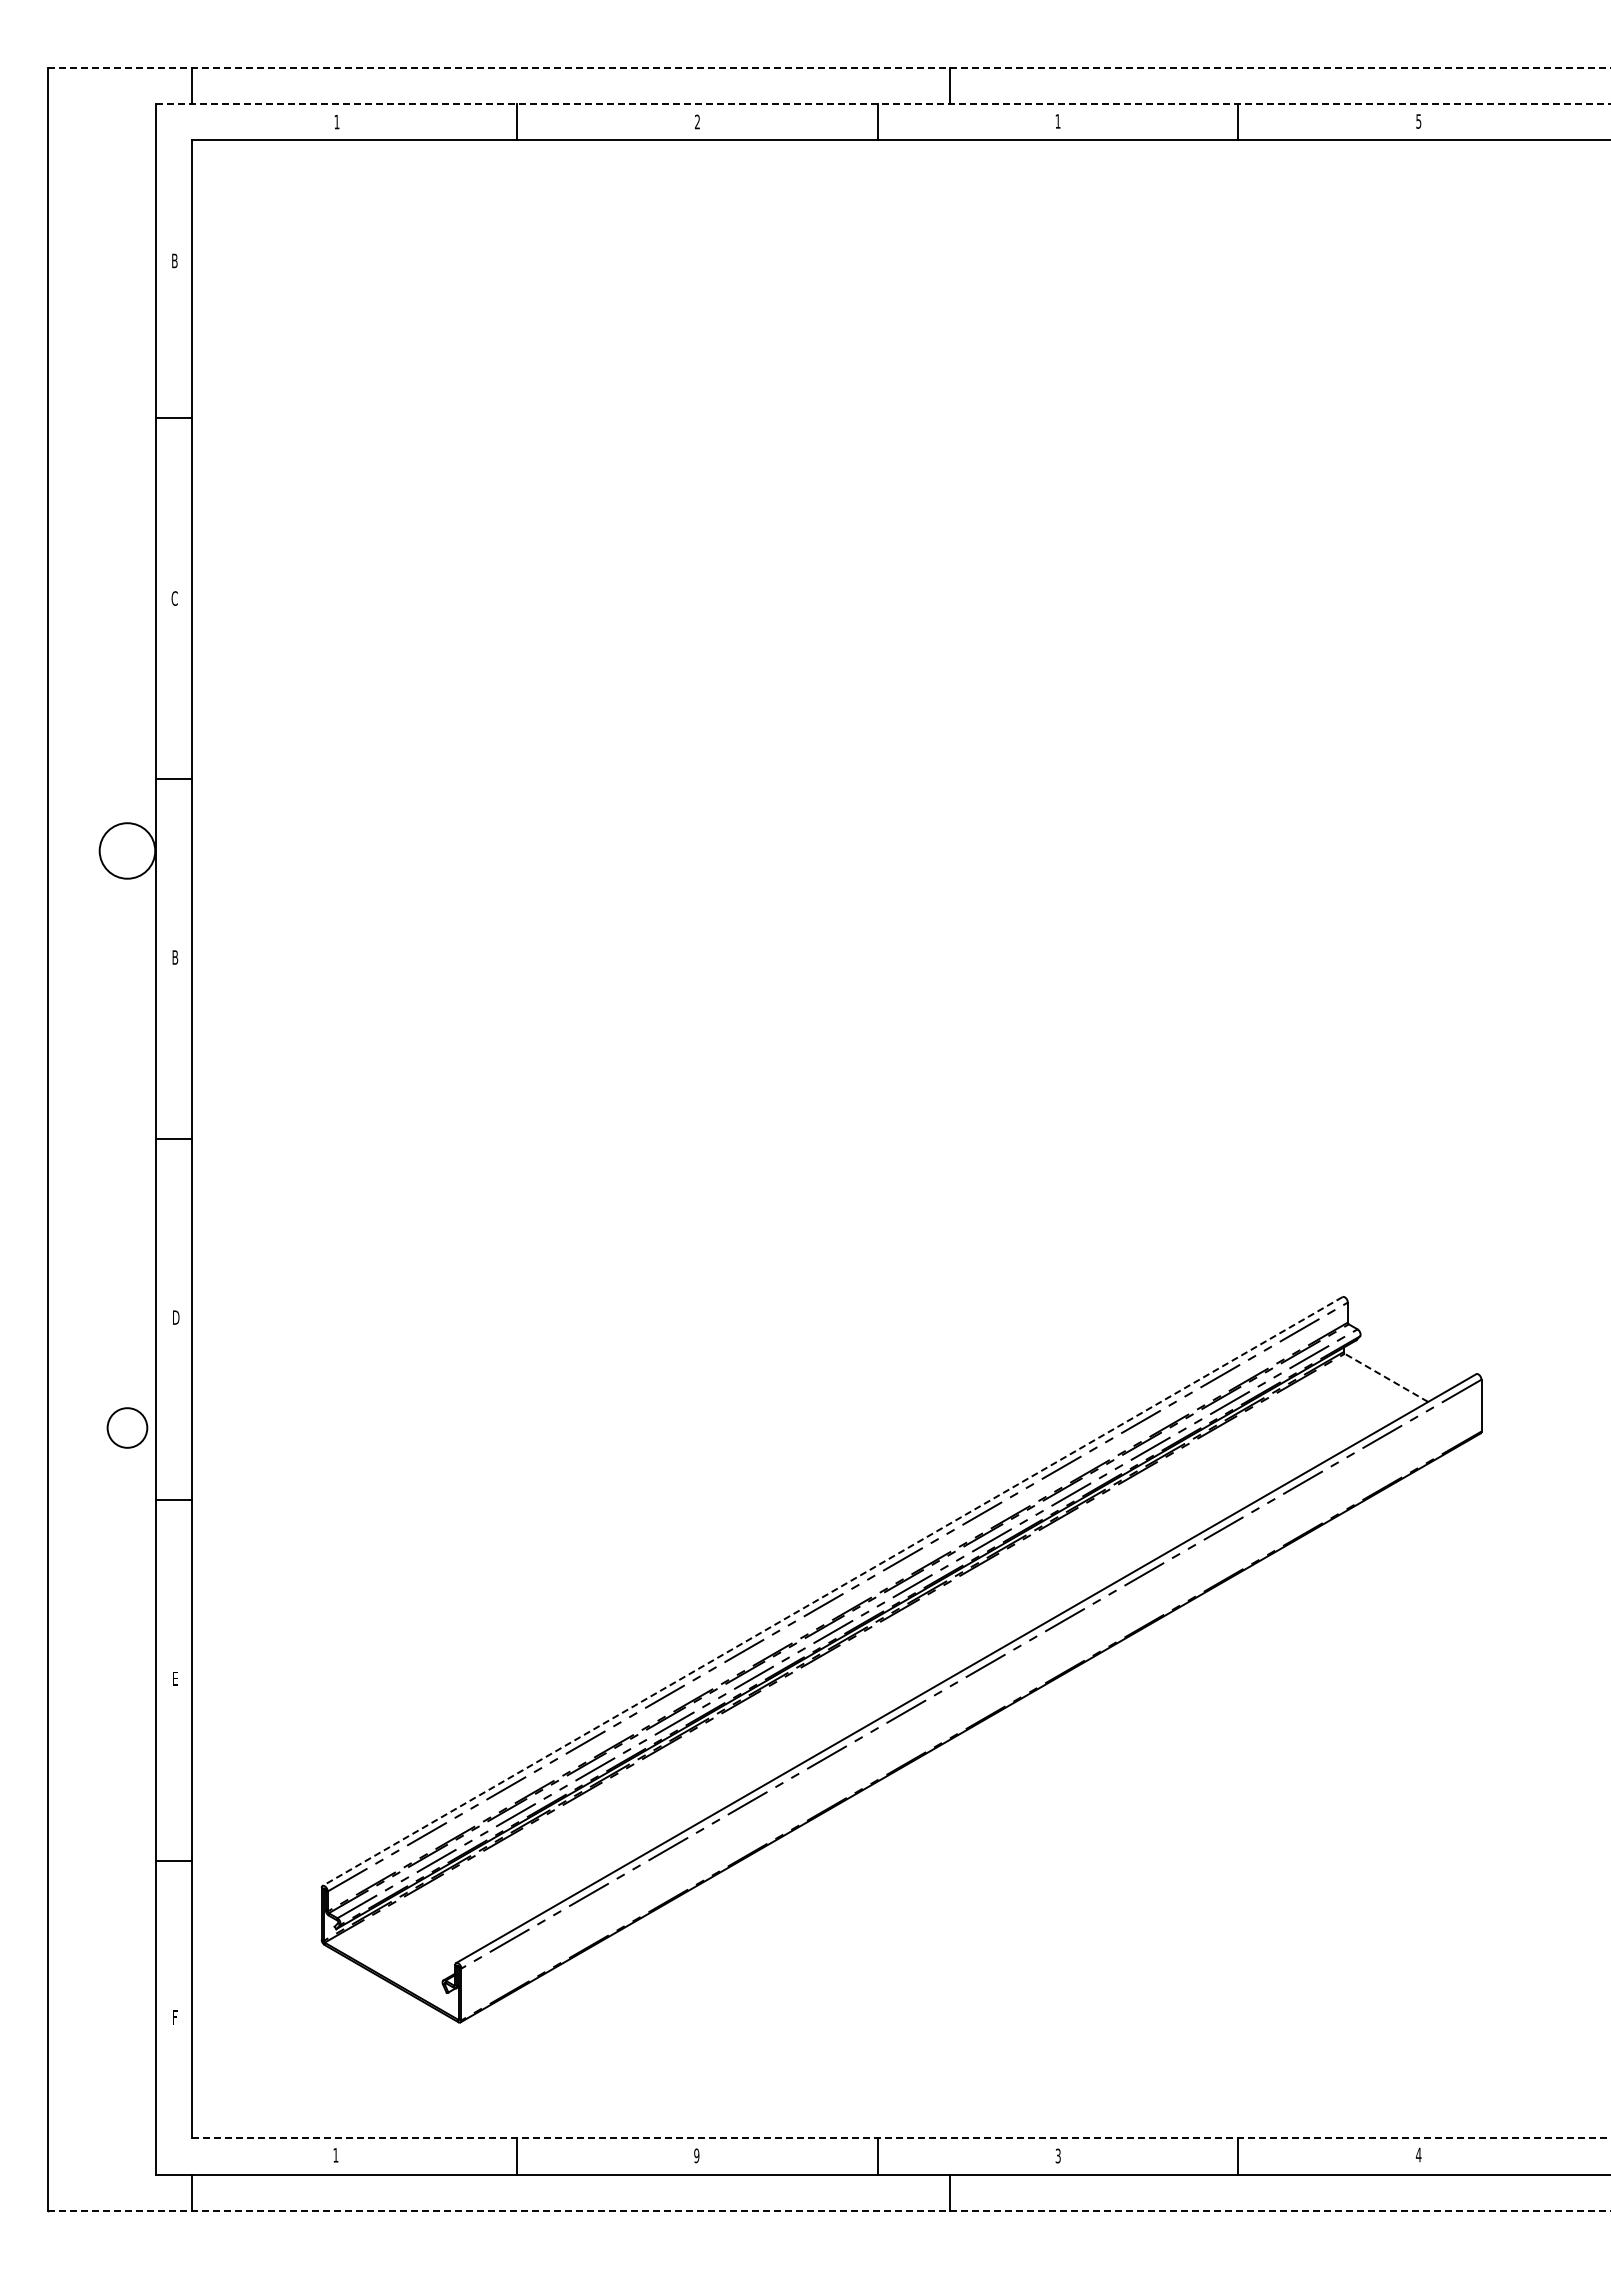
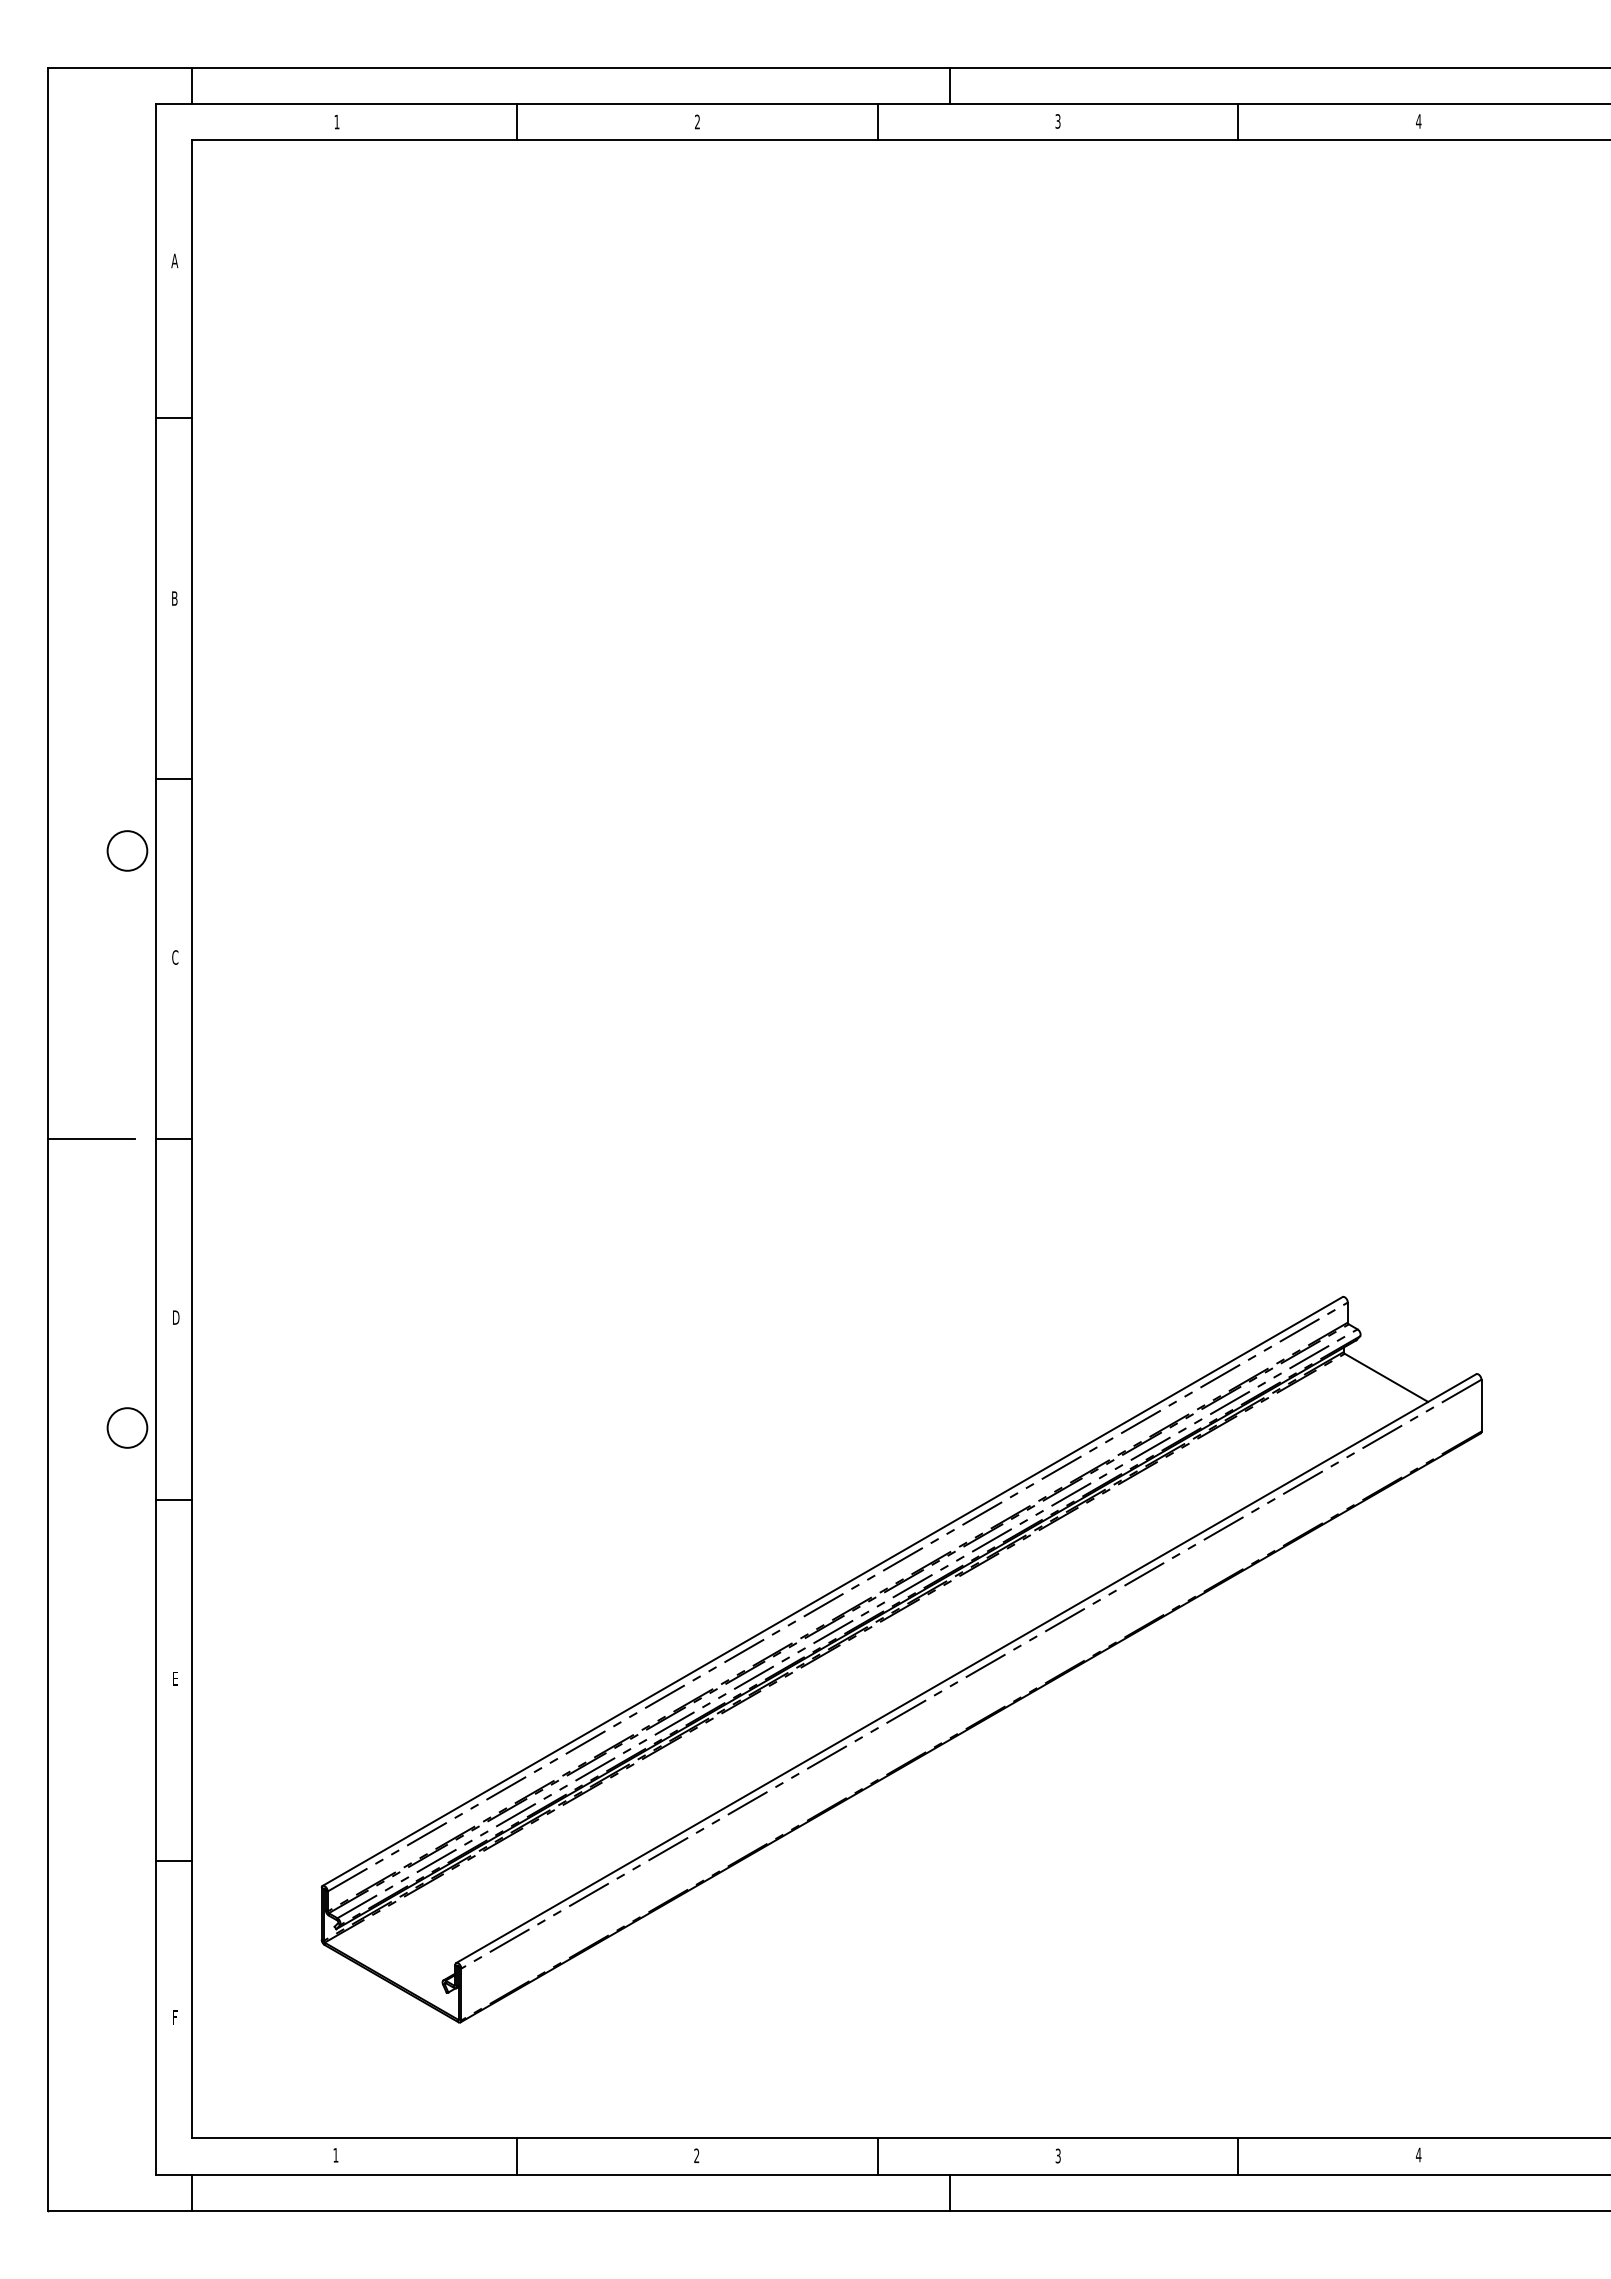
line at (829, 68): dashed -> solid
line at (884, 104): dashed -> solid
text at (1057, 121): 1 -> 3
text at (1418, 121): 5 -> 4
text at (174, 260): B -> A
text at (174, 598): C -> B
circle at (127, 850) diameter: 56 px -> 40 px
text at (175, 957): B -> C
line at (91, 1139): none -> present
line at (1386, 1377): dashed -> solid
line at (832, 1591): dashed -> solid
line at (902, 2138): dashed -> solid
text at (696, 2155): 9 -> 2
line at (829, 2210): dashed -> solid
